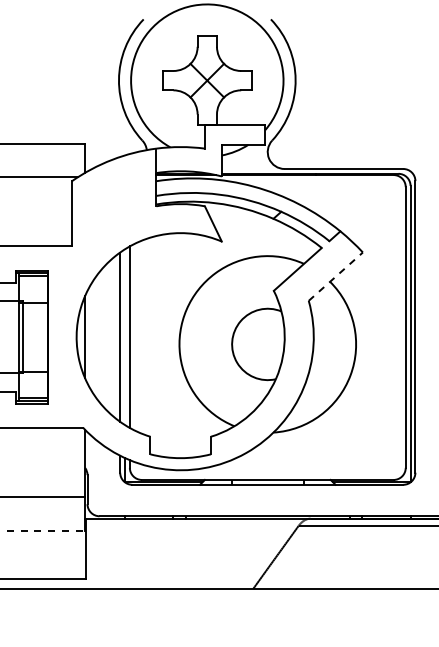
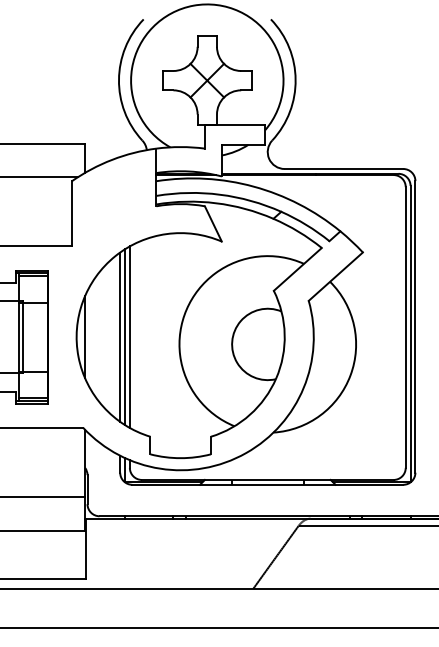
line at (336, 276): dashed -> solid
line at (125, 337): none -> present
line at (43, 530): dashed -> solid
line at (218, 627): none -> present
